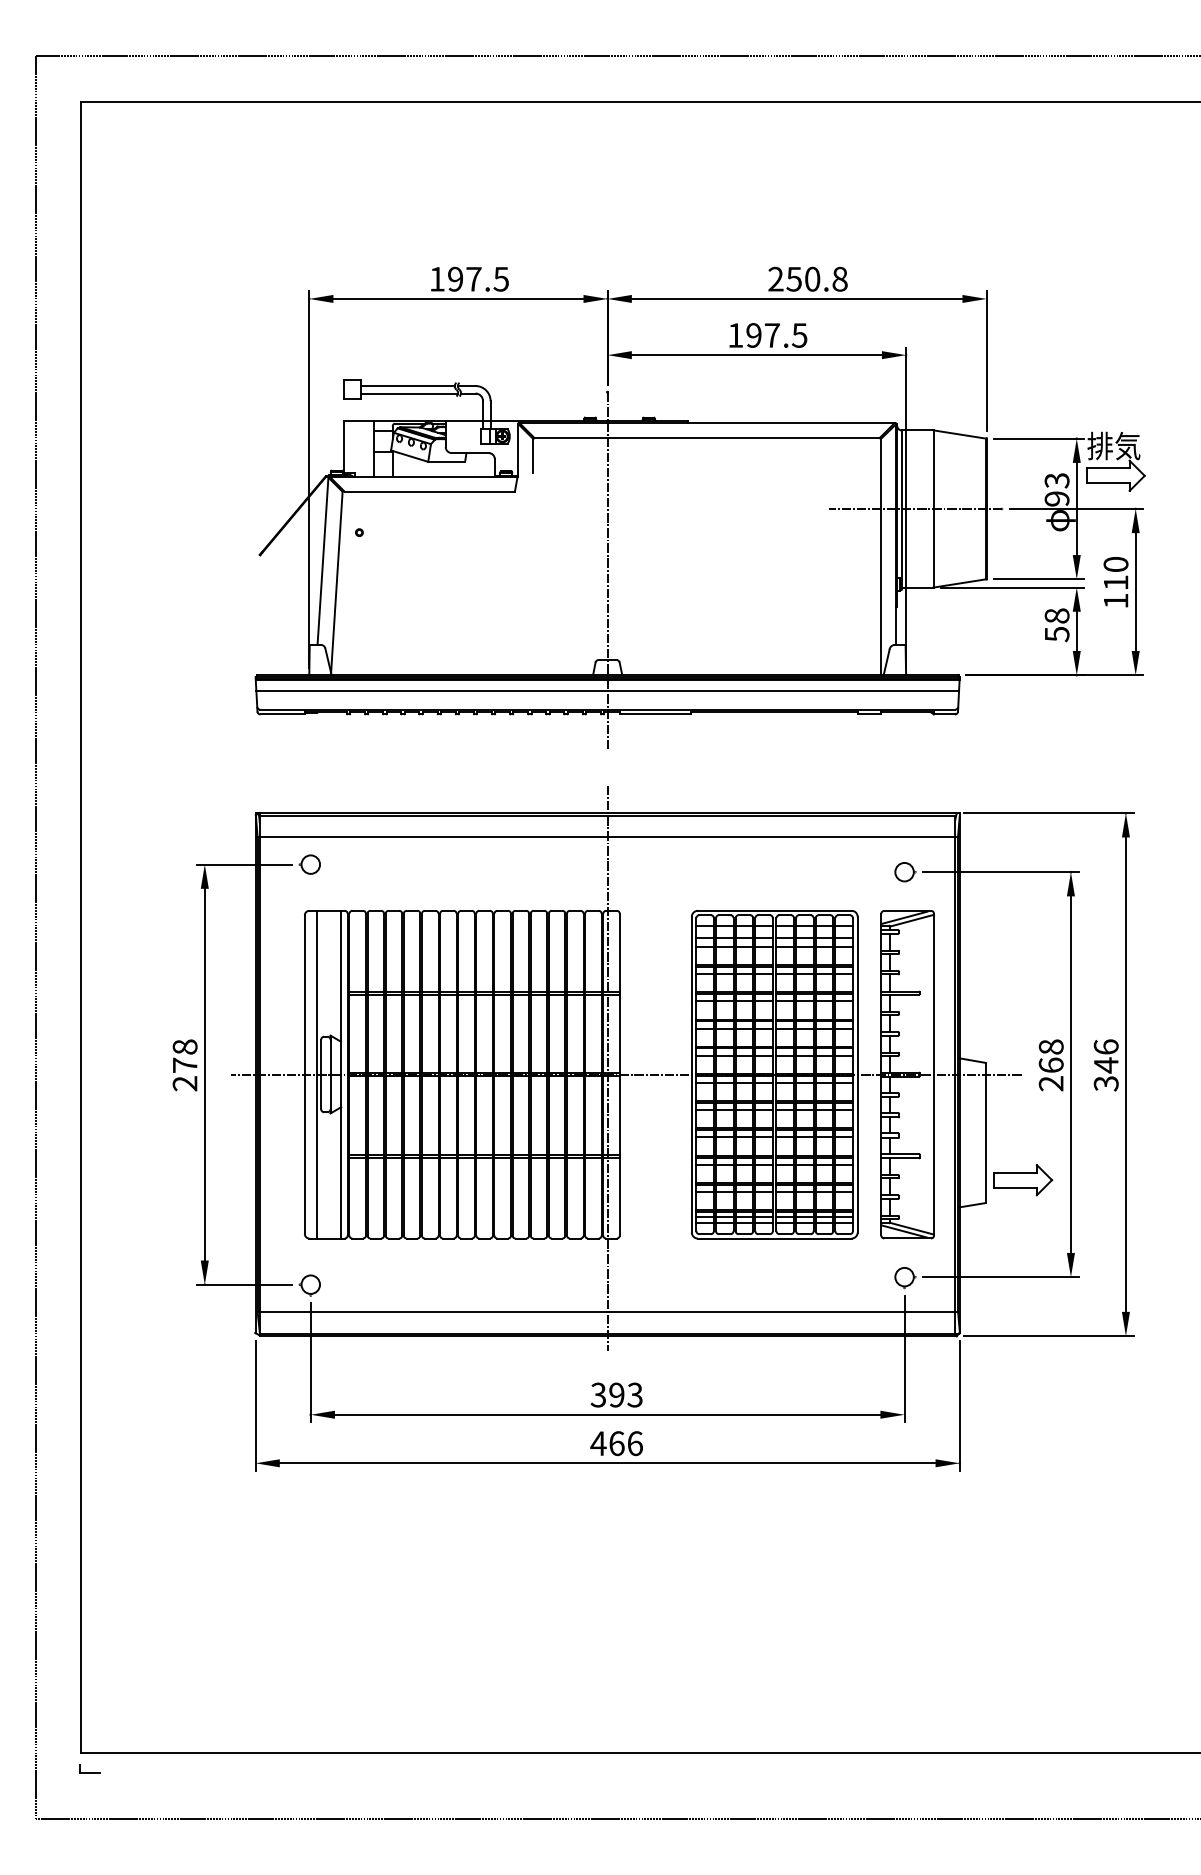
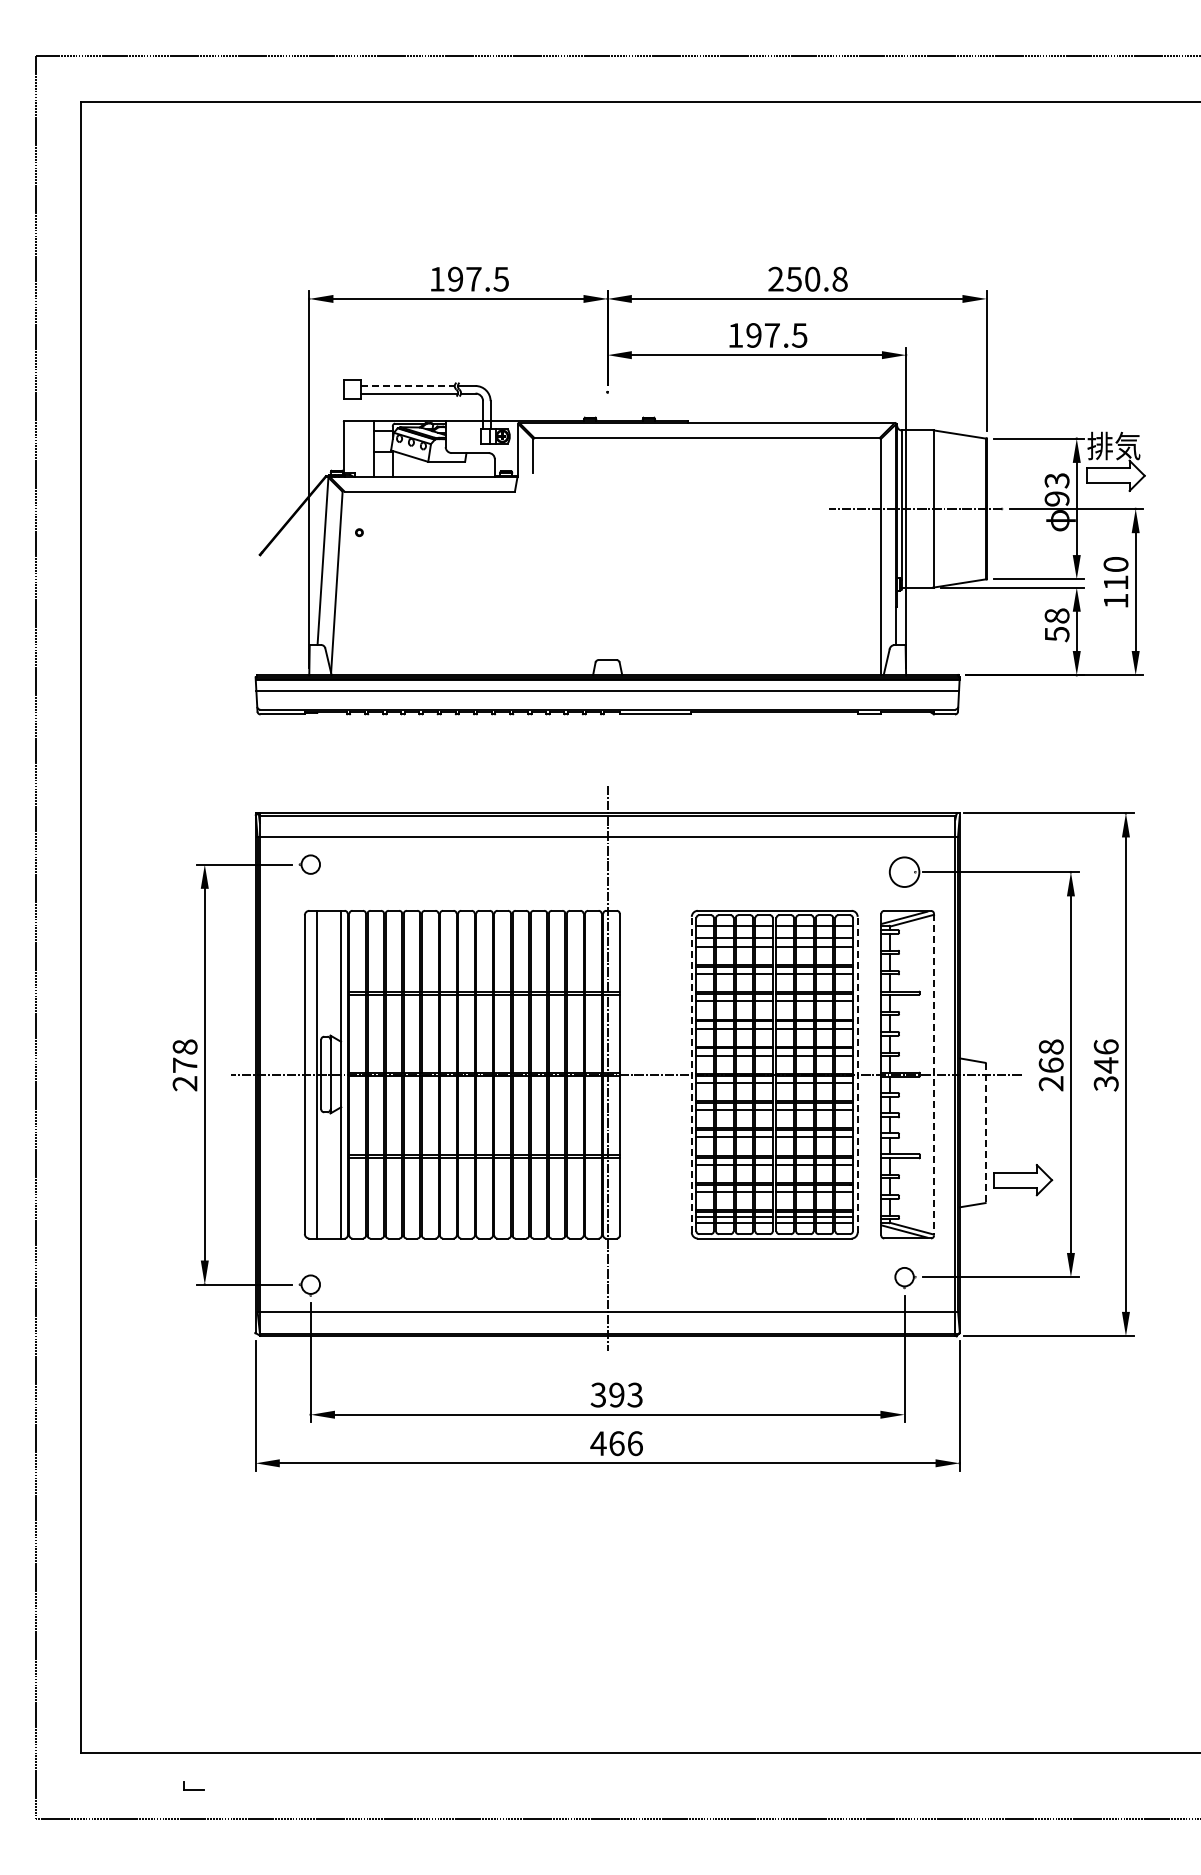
line at (408, 386): solid -> dashed
line at (607, 570): present -> none
circle at (904, 871) diameter: 18 px -> 30 px
line at (691, 1074): solid -> dashed
line at (857, 1074): solid -> dashed
line at (934, 1074): solid -> dashed
line at (985, 1133): solid -> dashed
part at (89, 1768) position: (89, 1768) -> (193, 1785)
